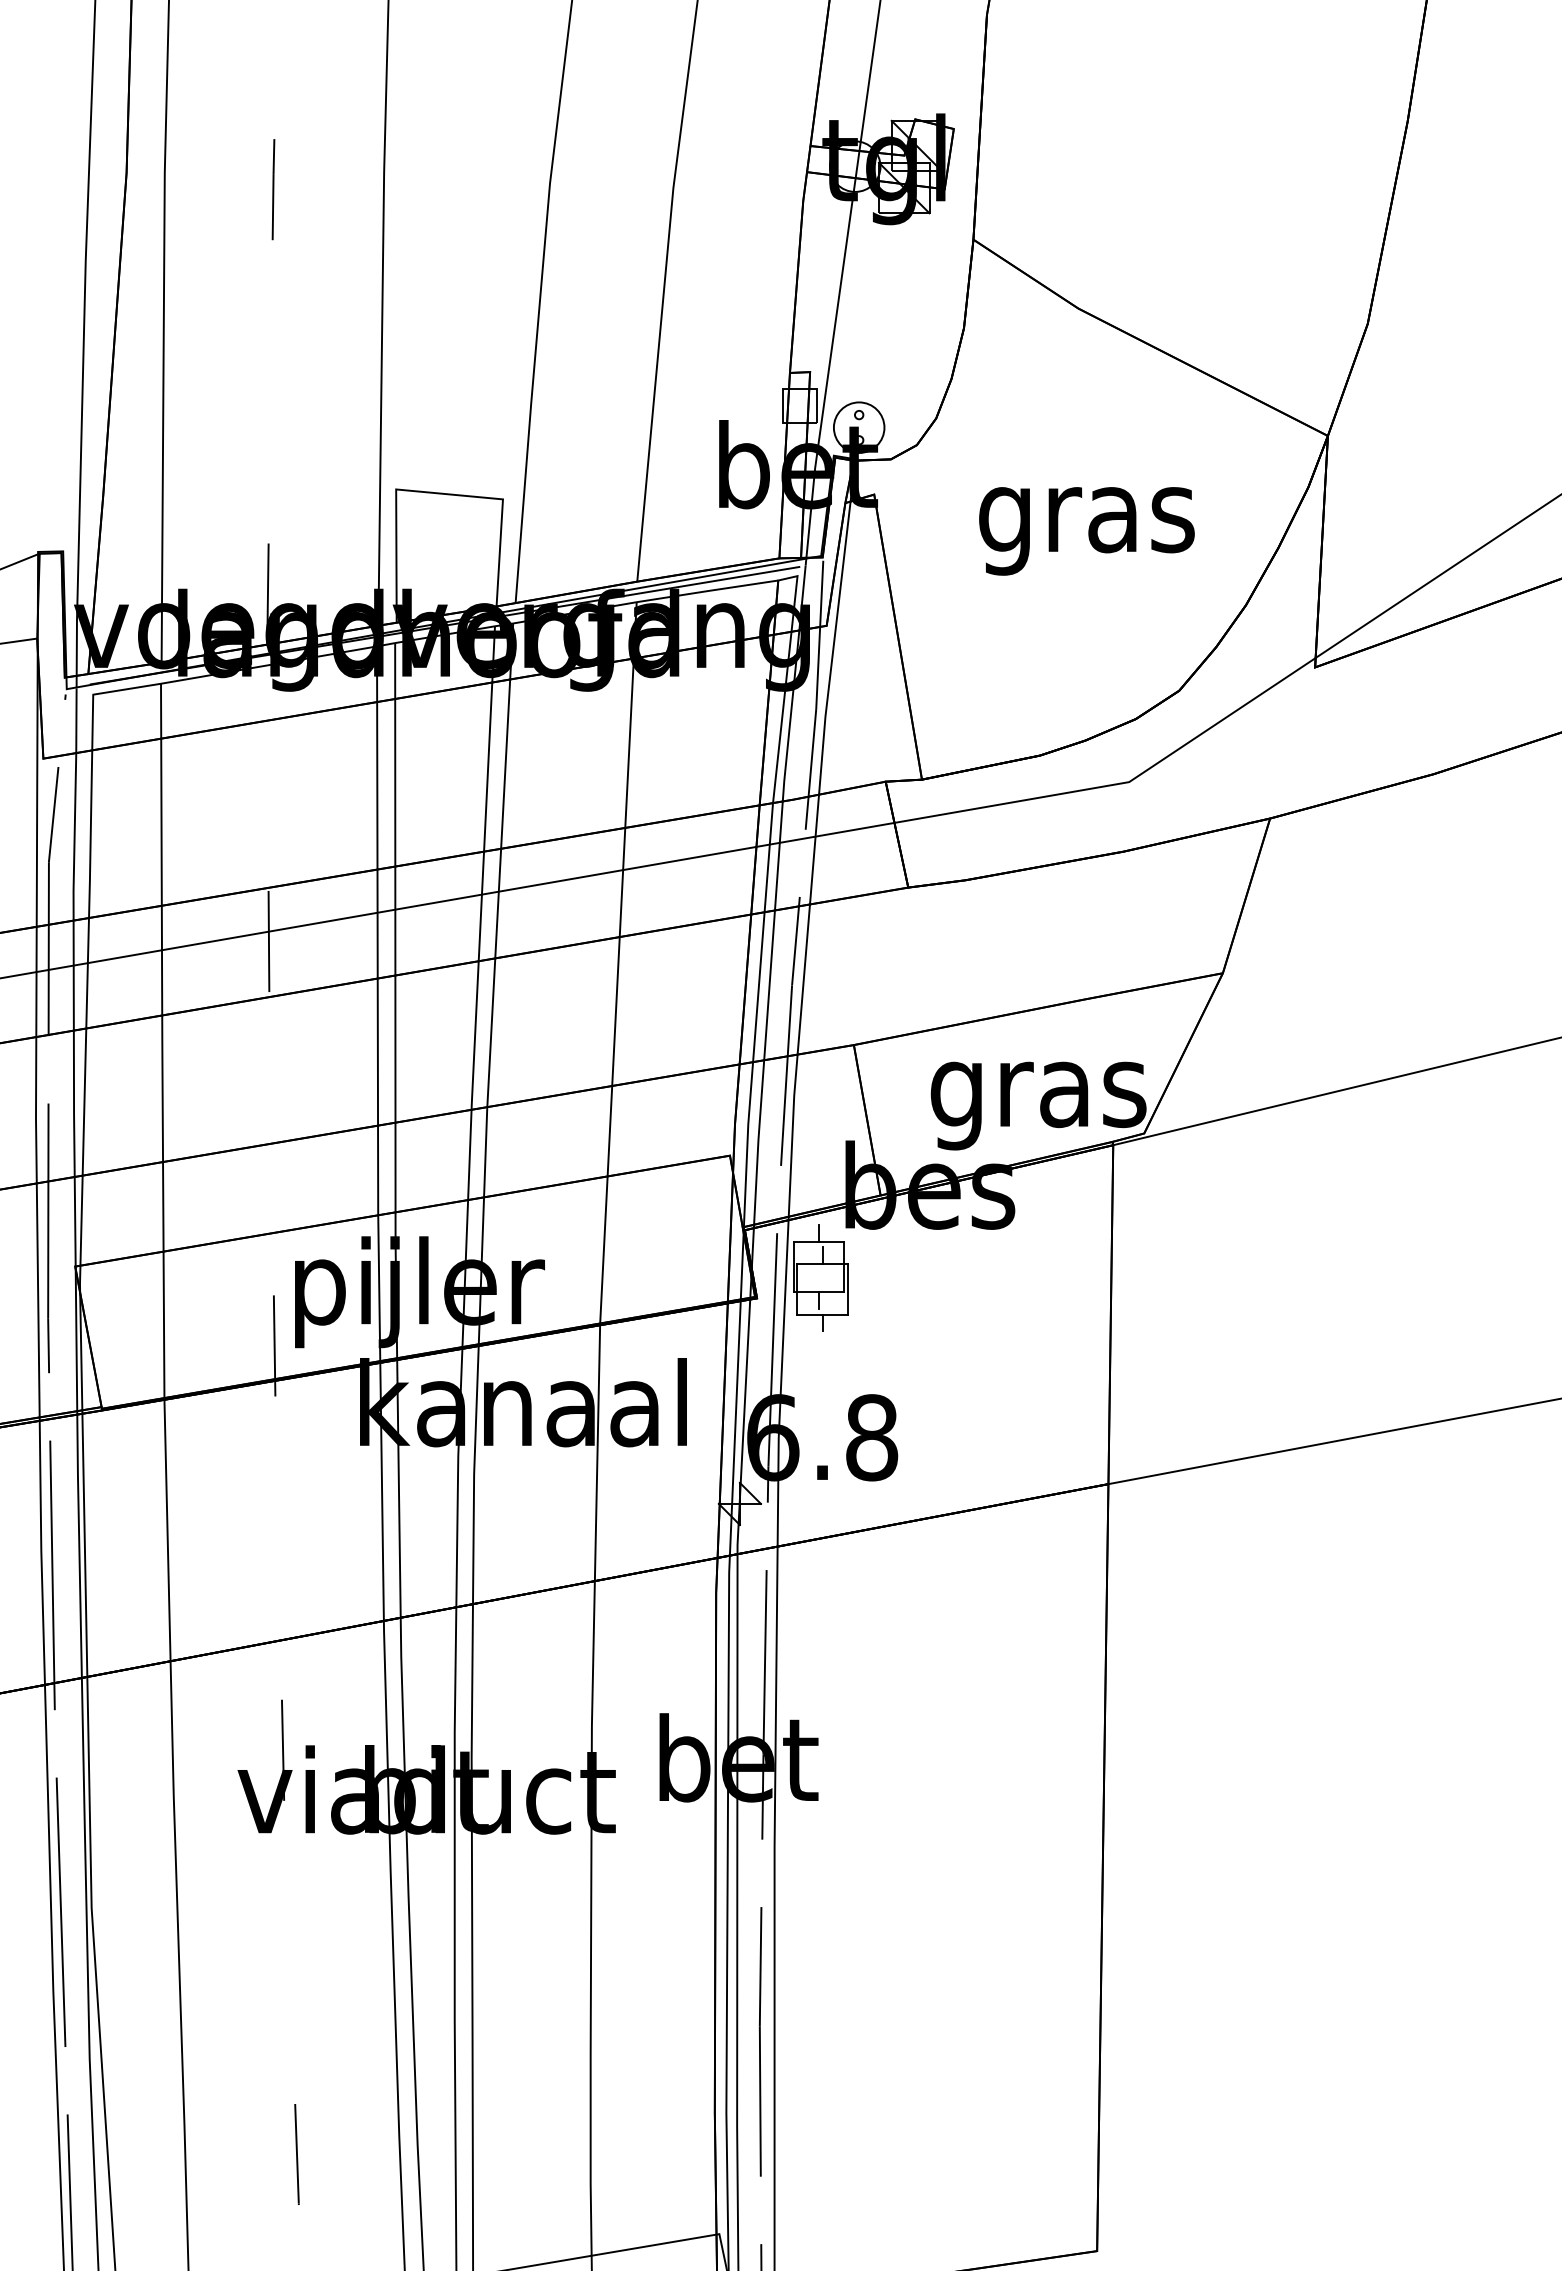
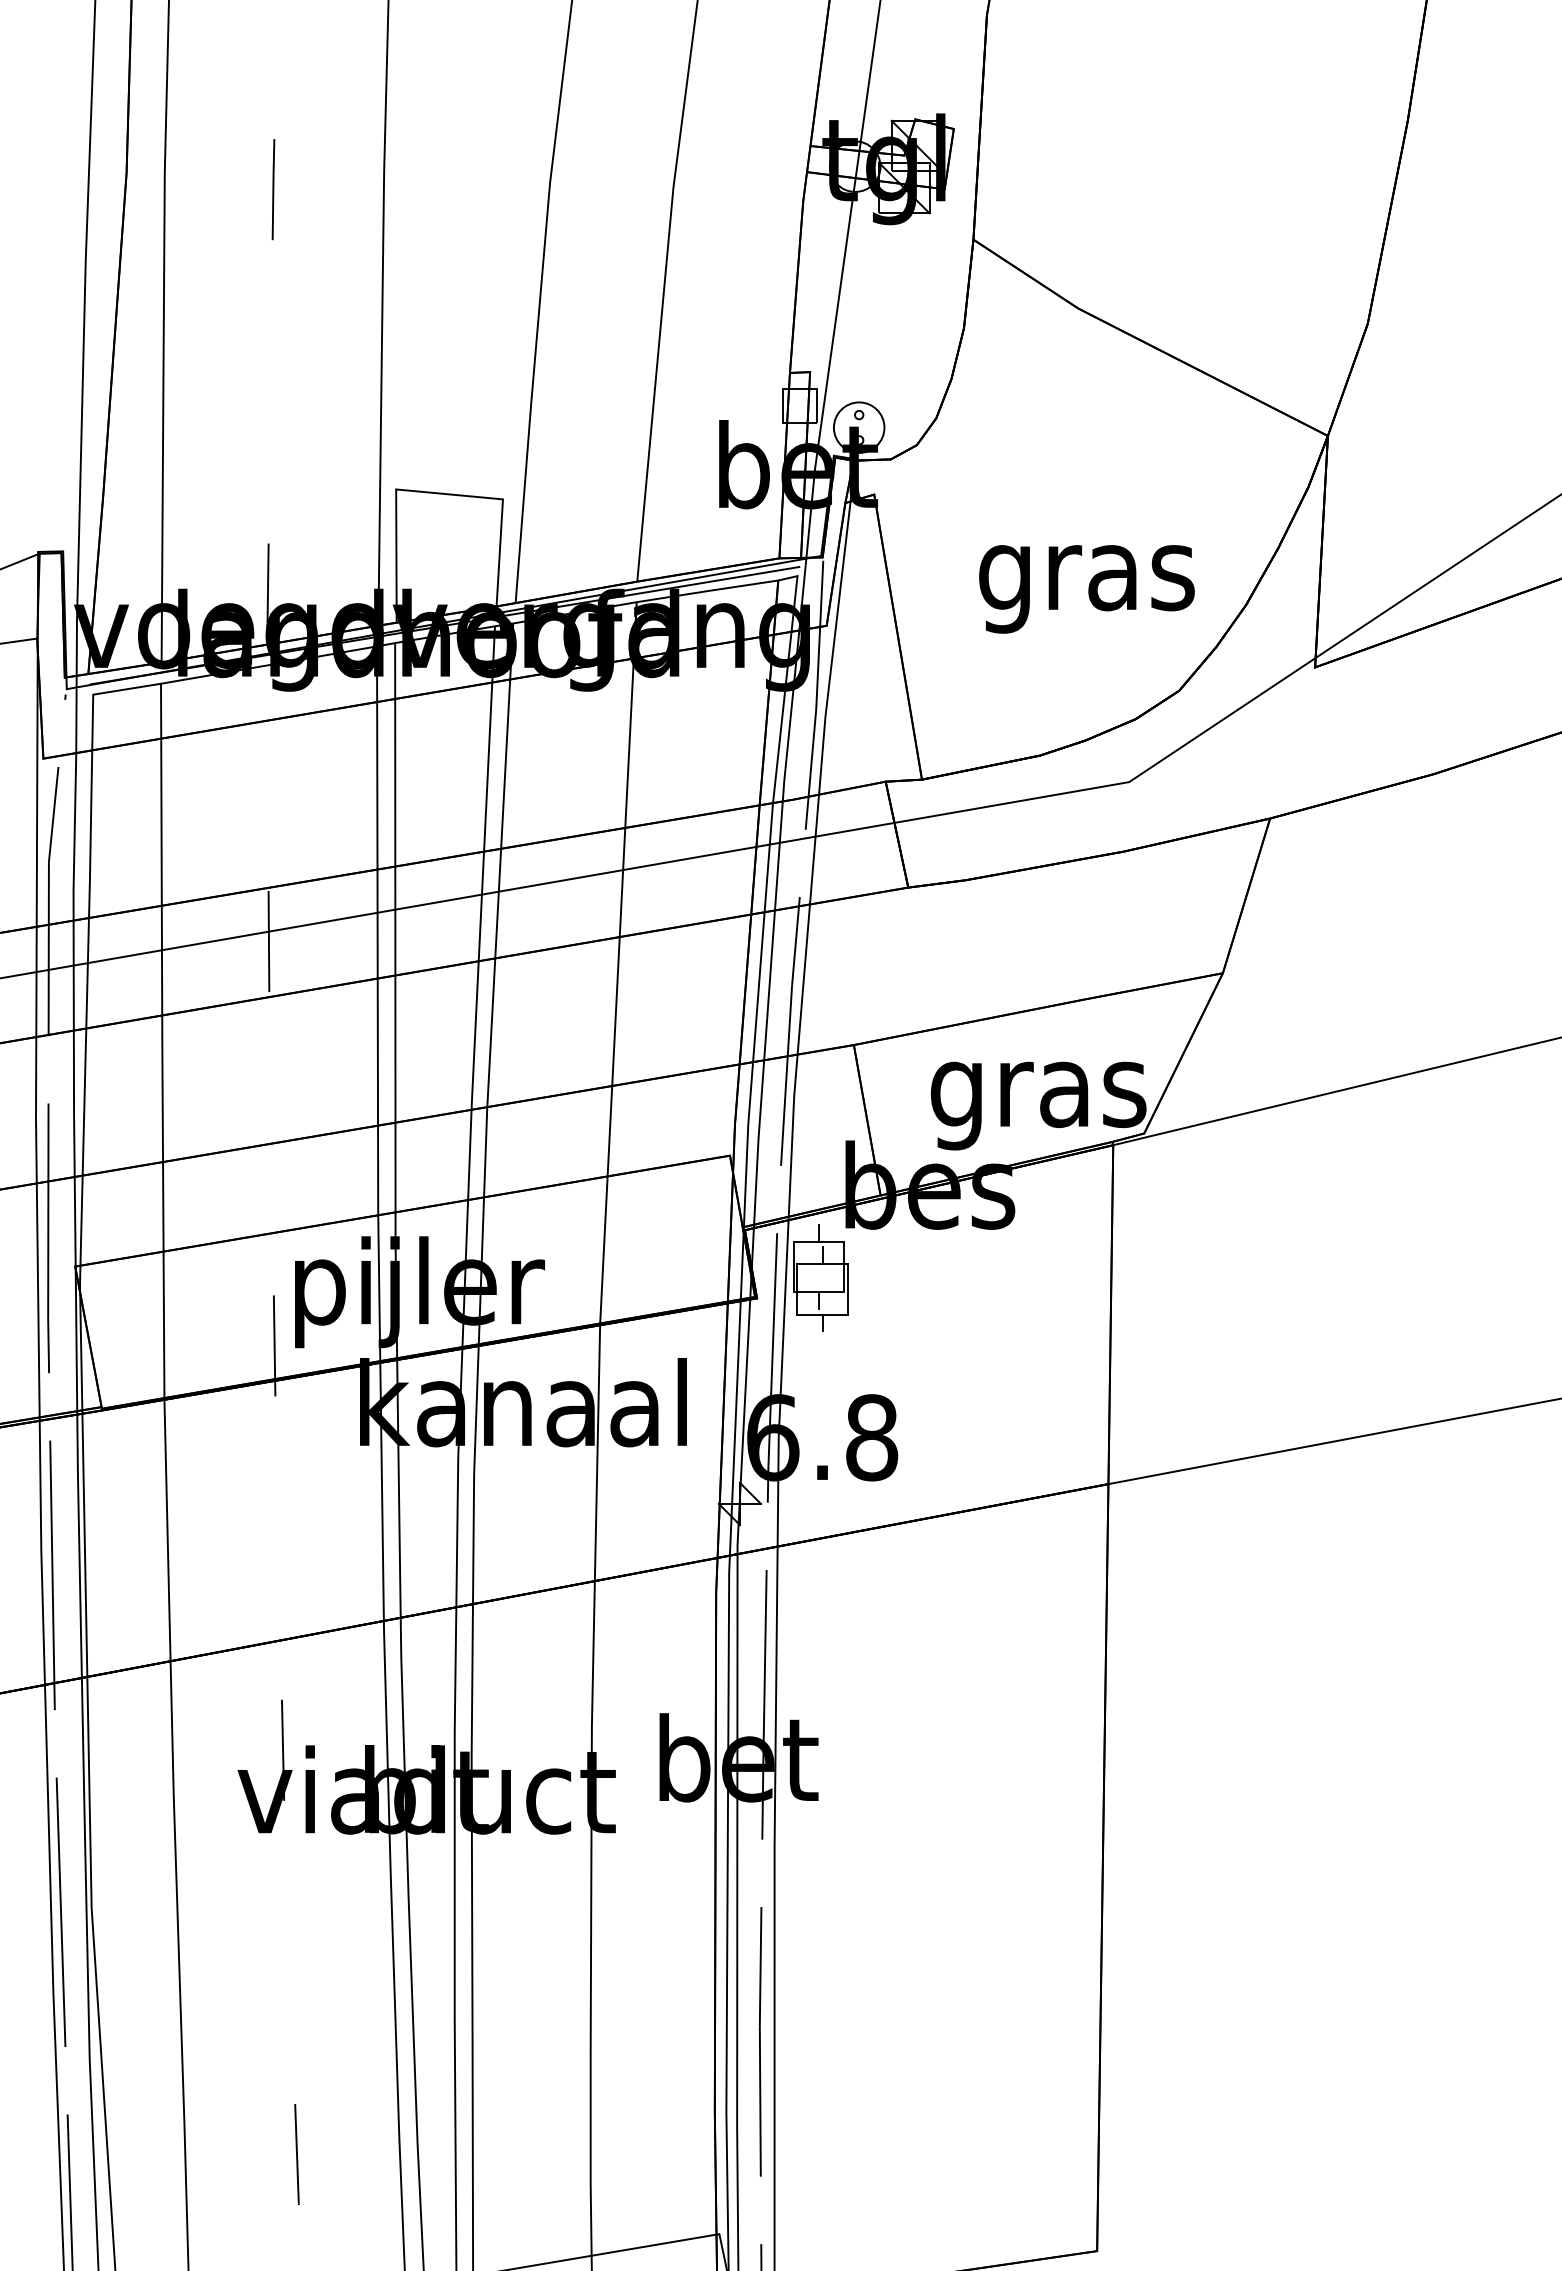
text at (1086, 531) position: (1086, 531) -> (1086, 589)
